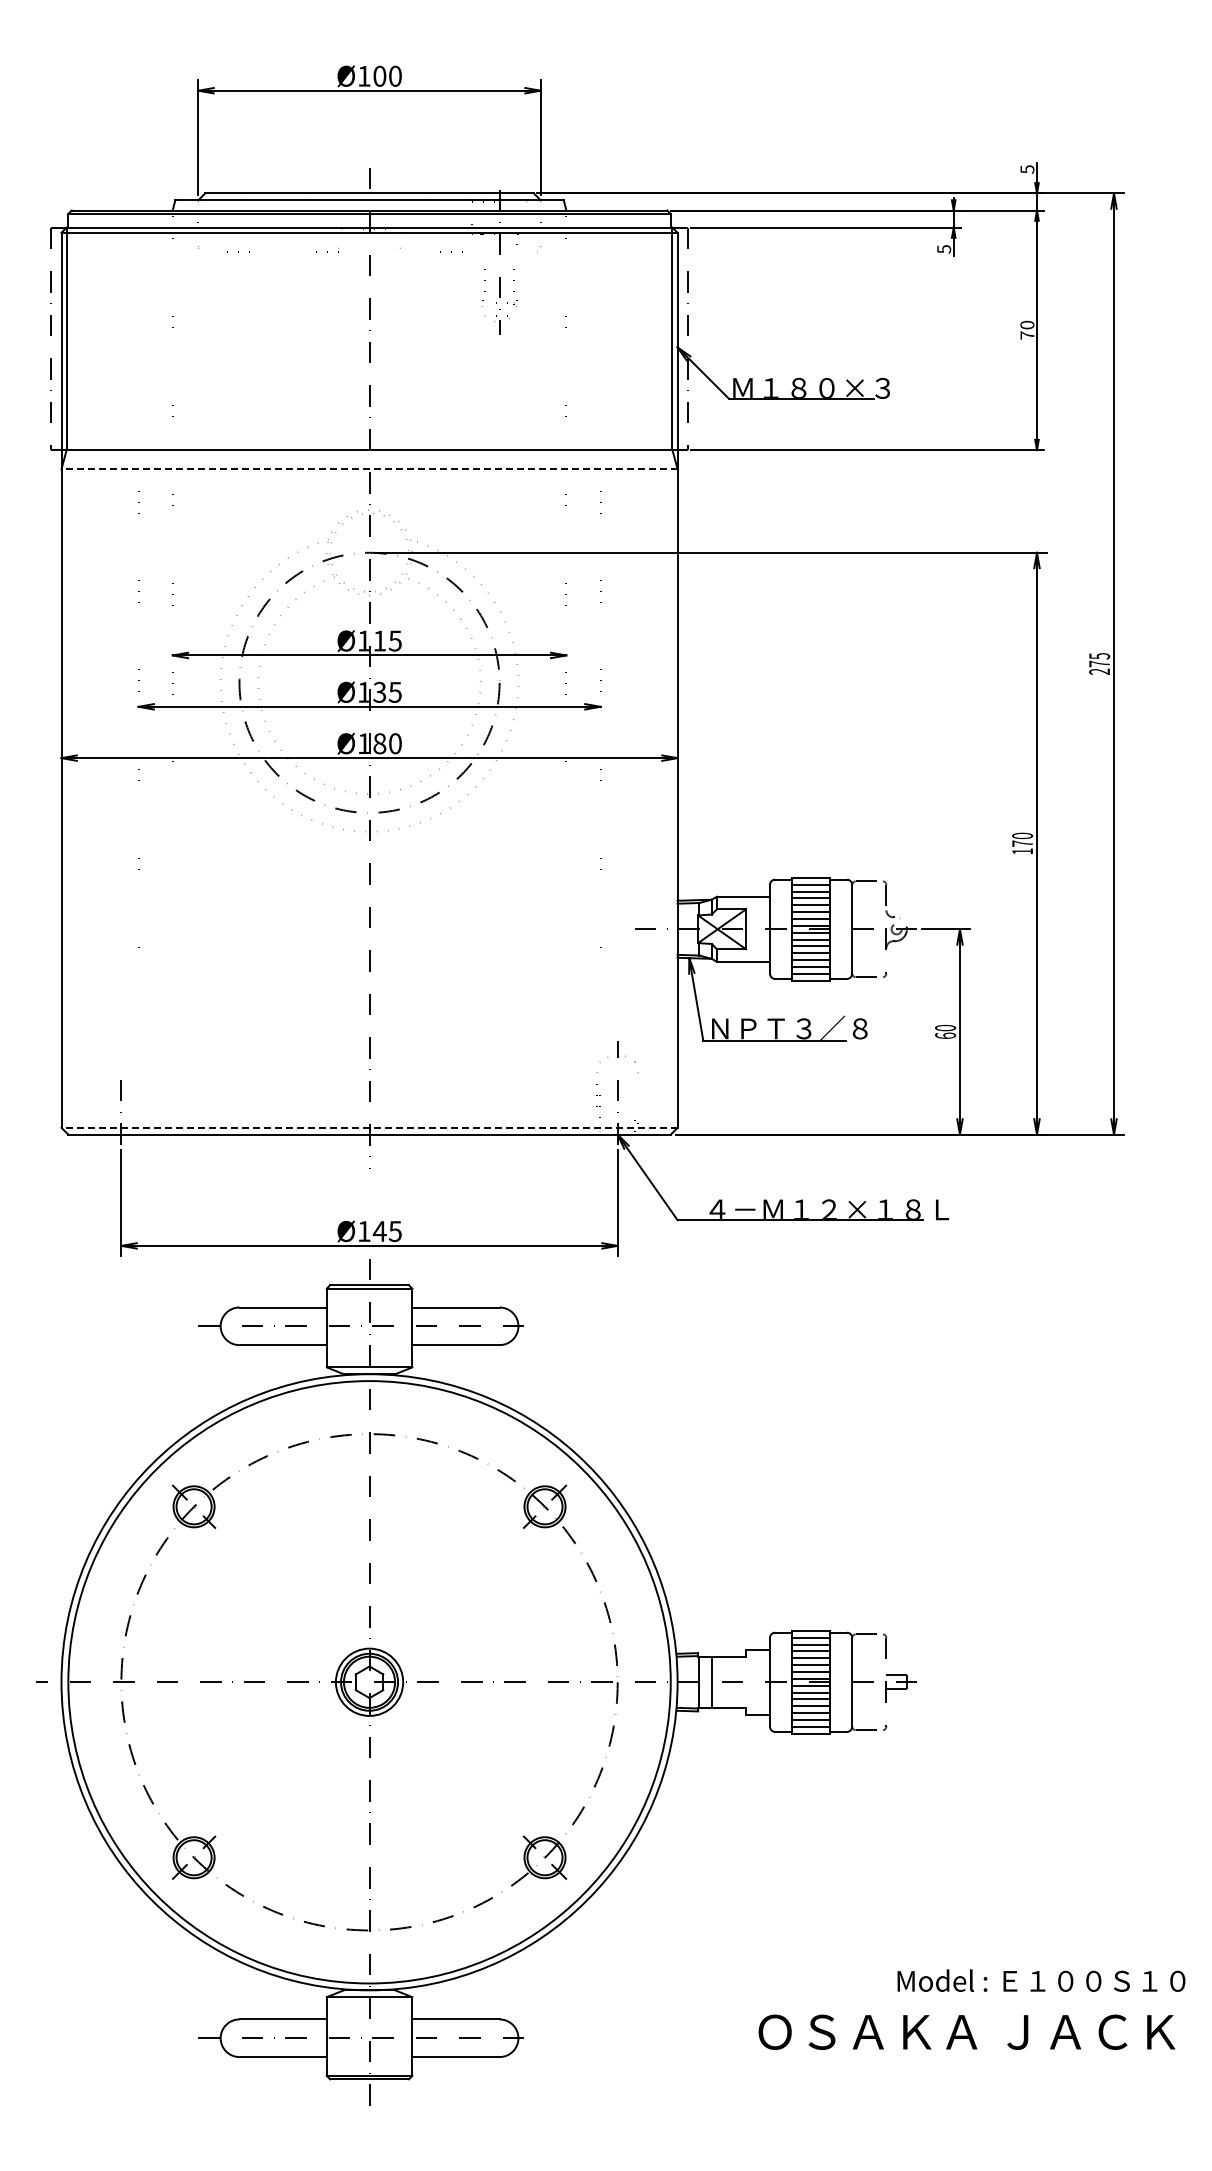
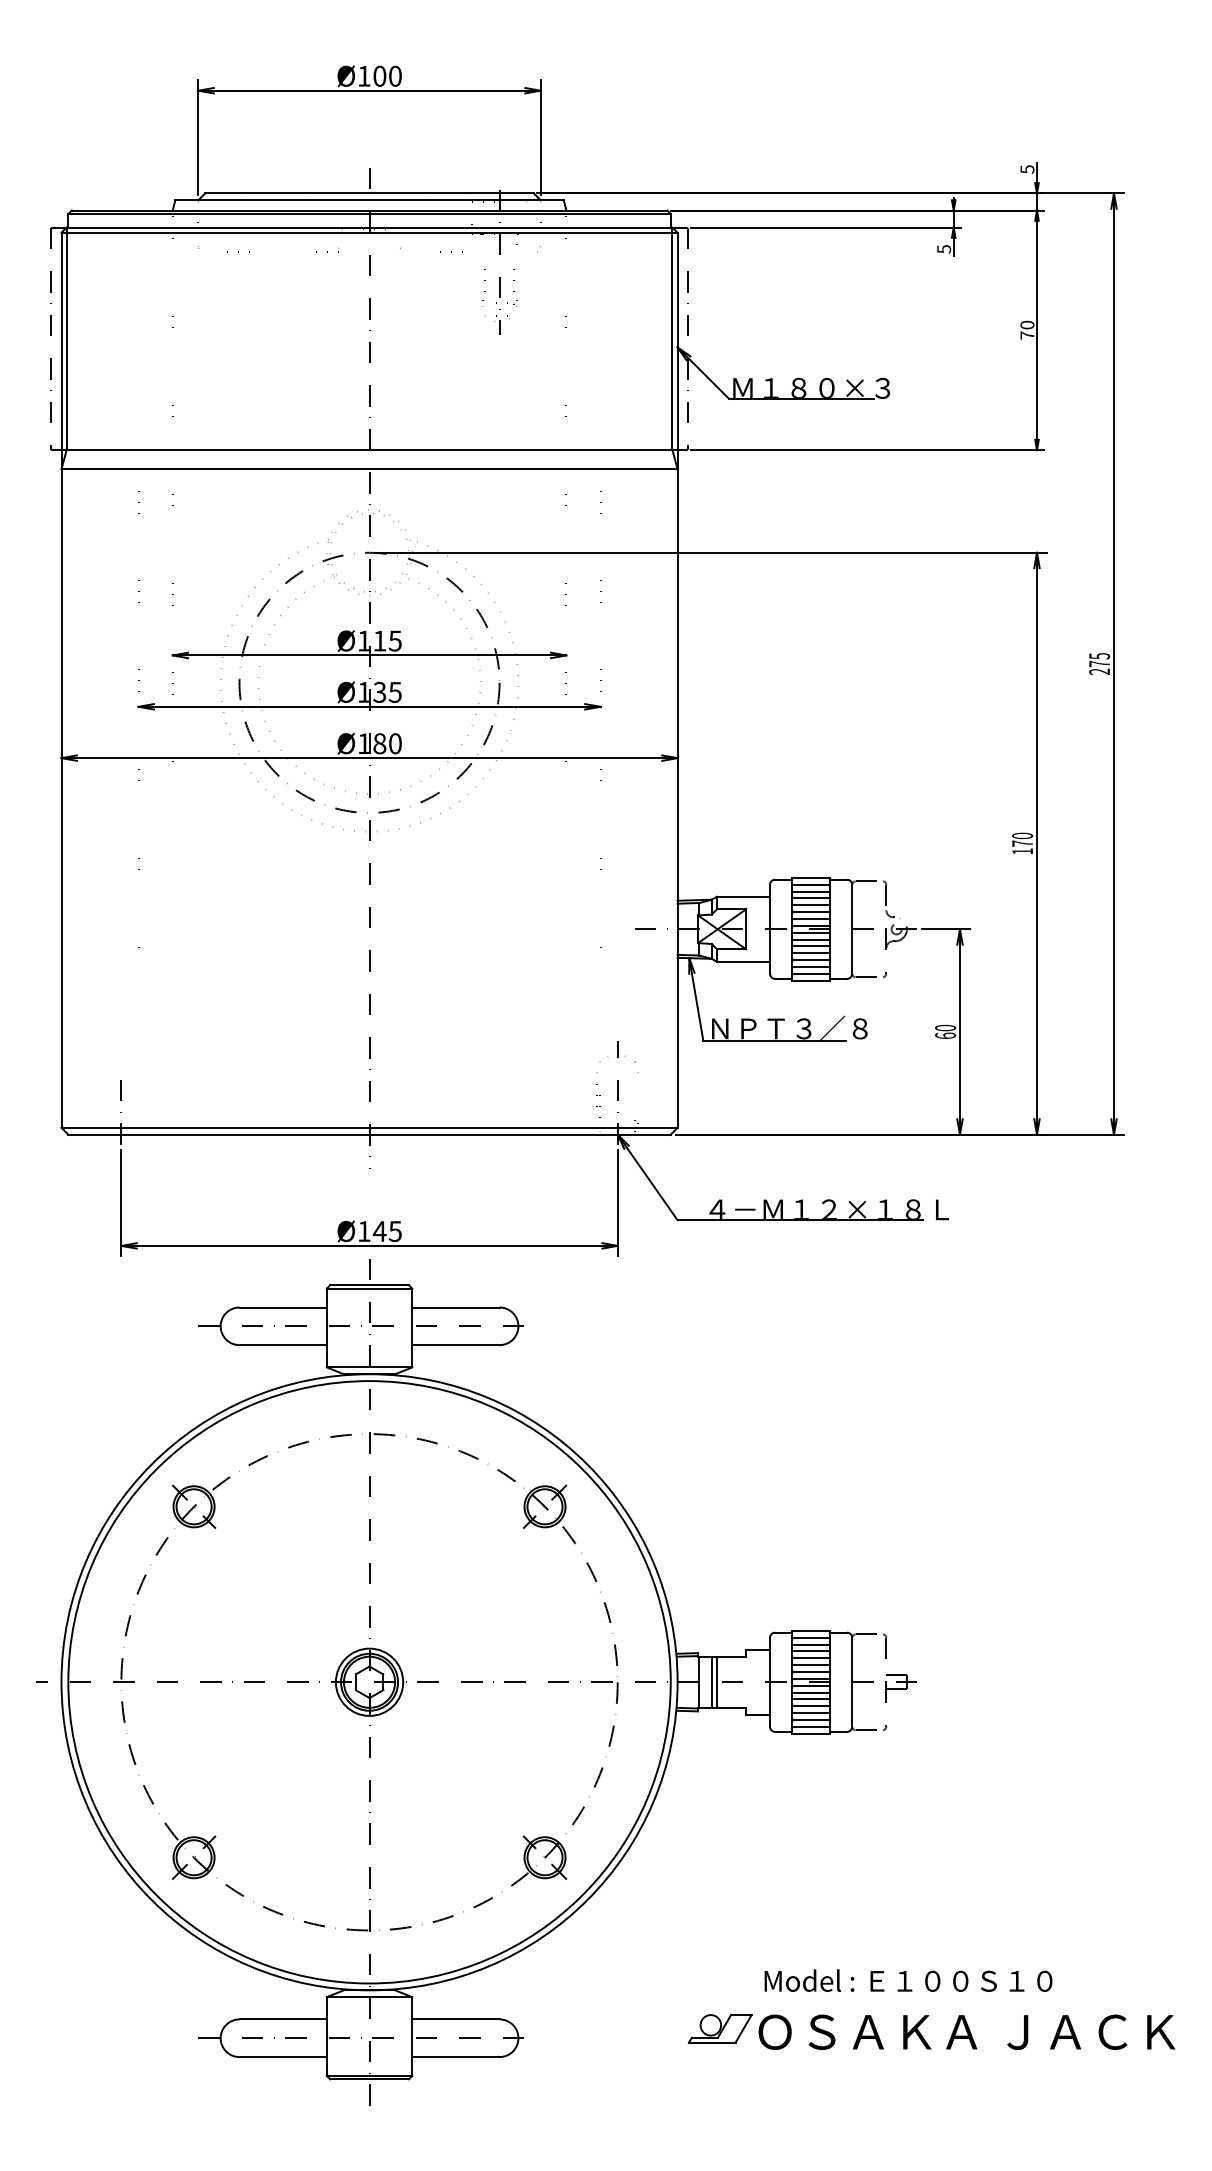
line at (369, 469): dashed -> solid
line at (369, 1127): dashed -> solid
line at (716, 1681): none -> present
text at (1041, 1980) position: (1041, 1980) -> (908, 1980)
part at (720, 2028): none -> present
